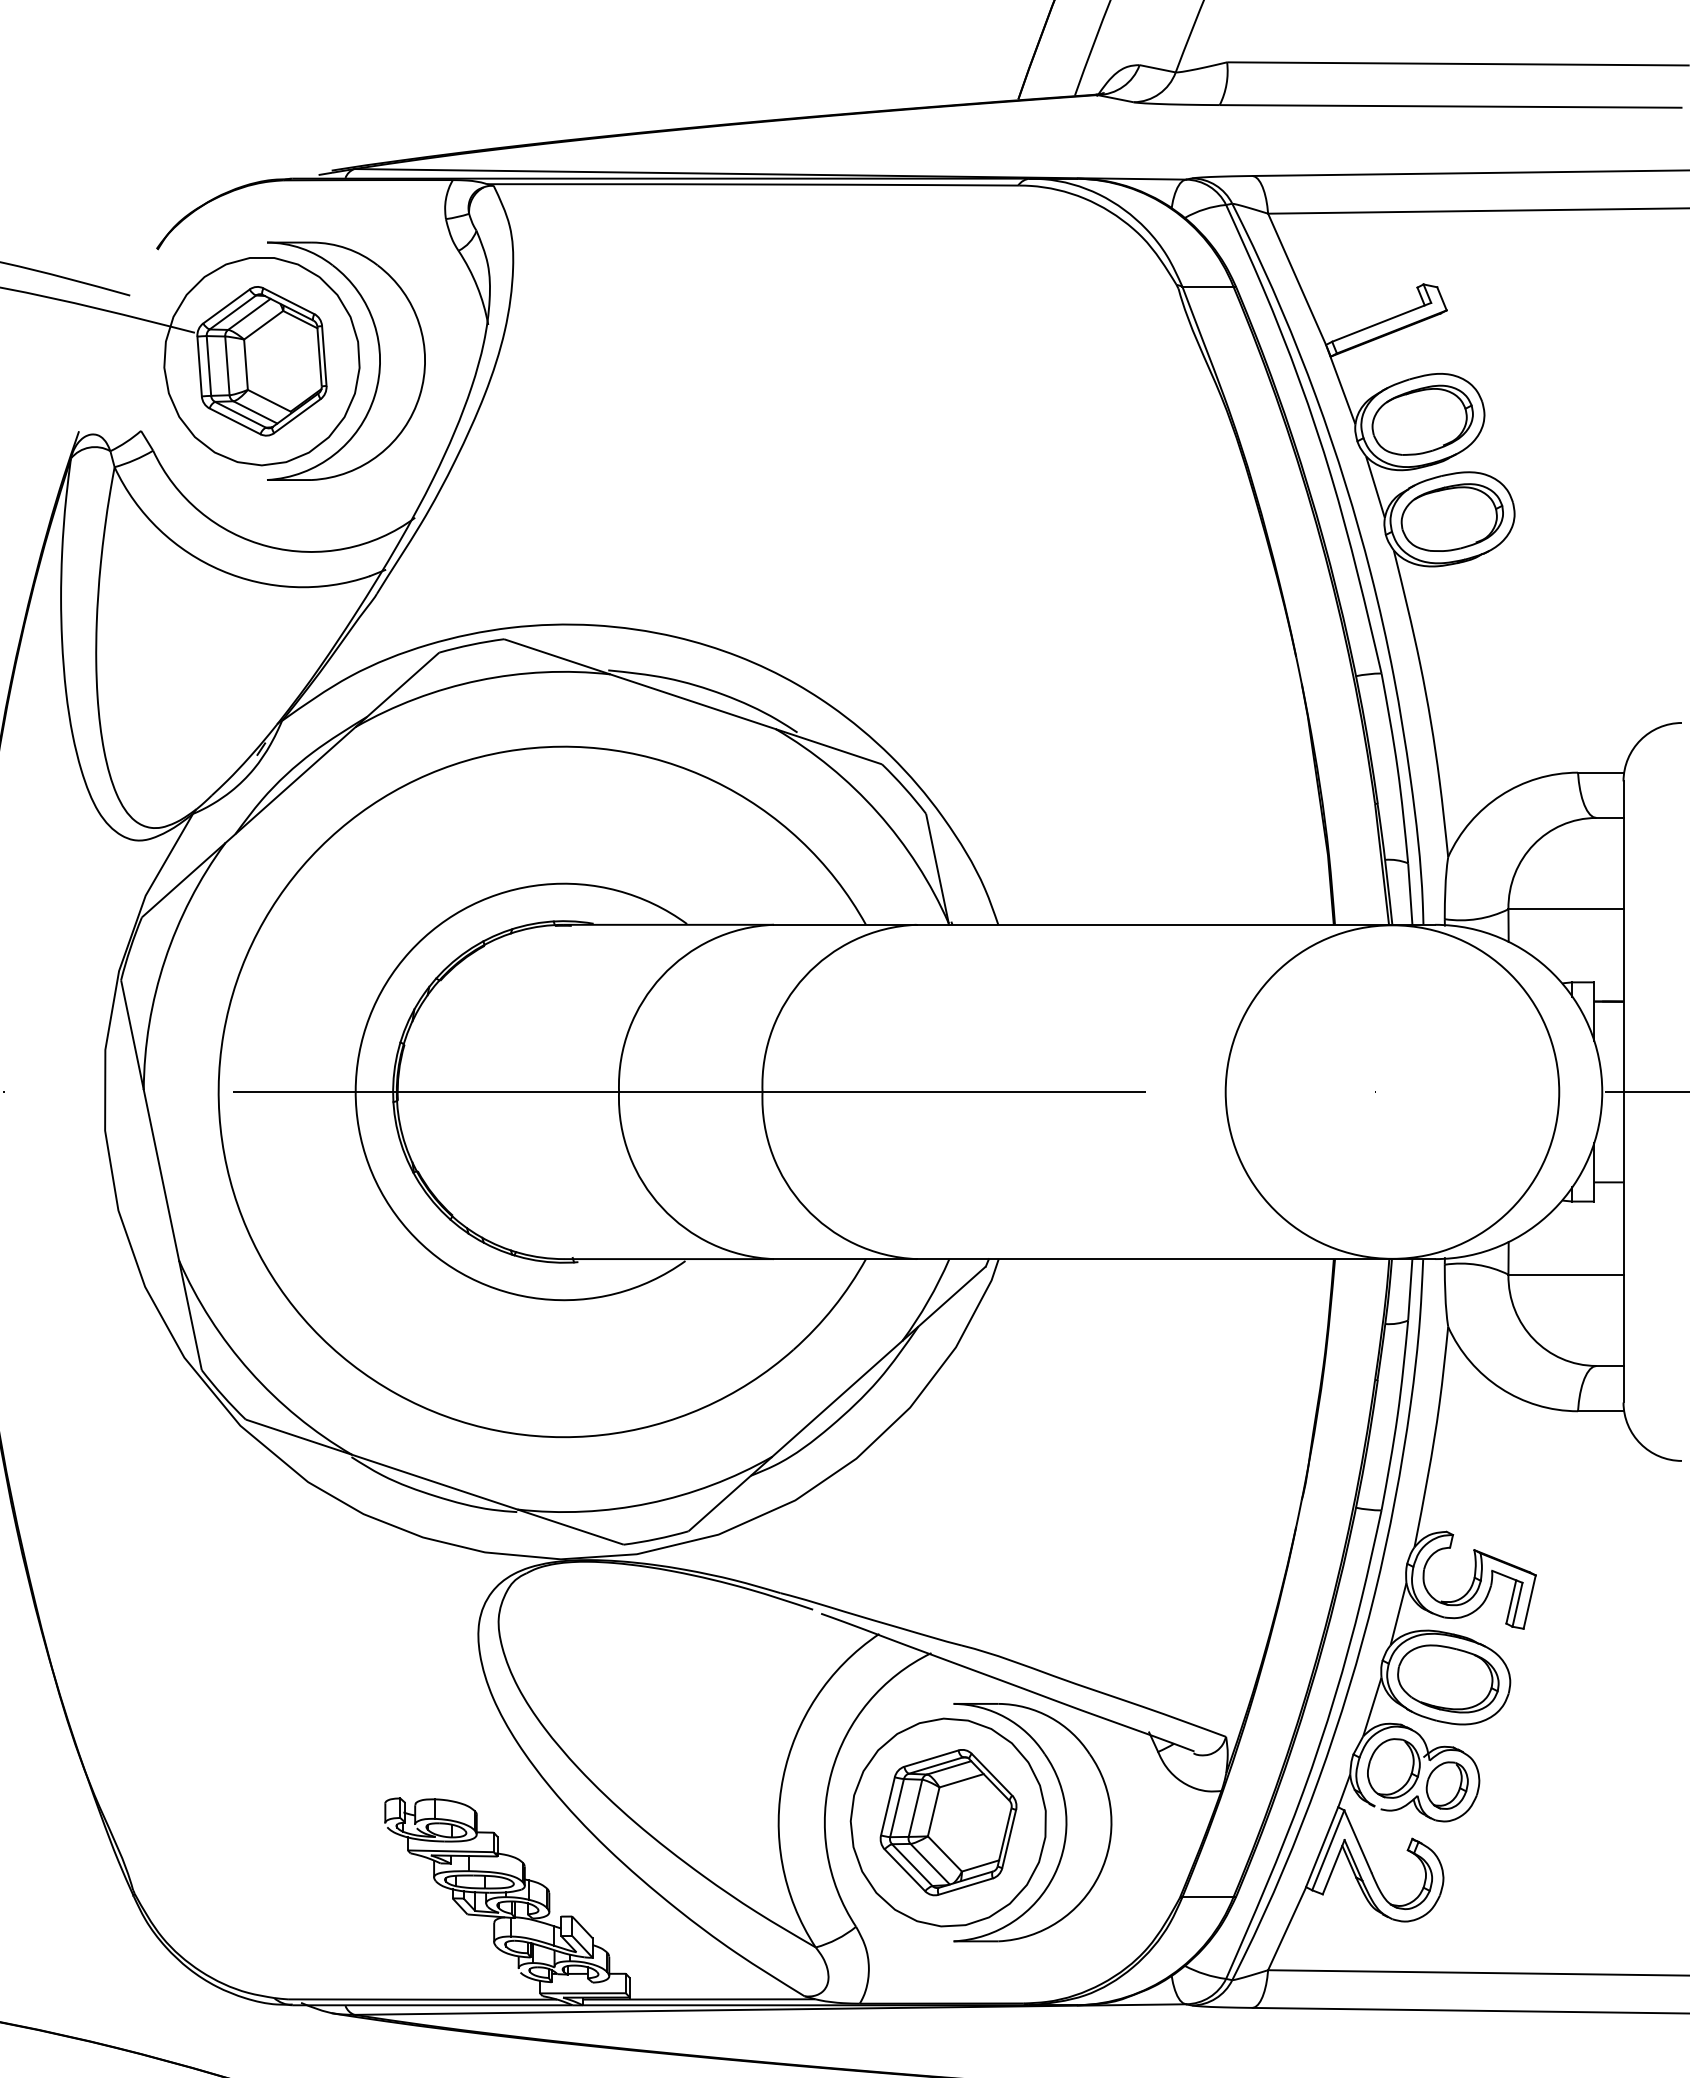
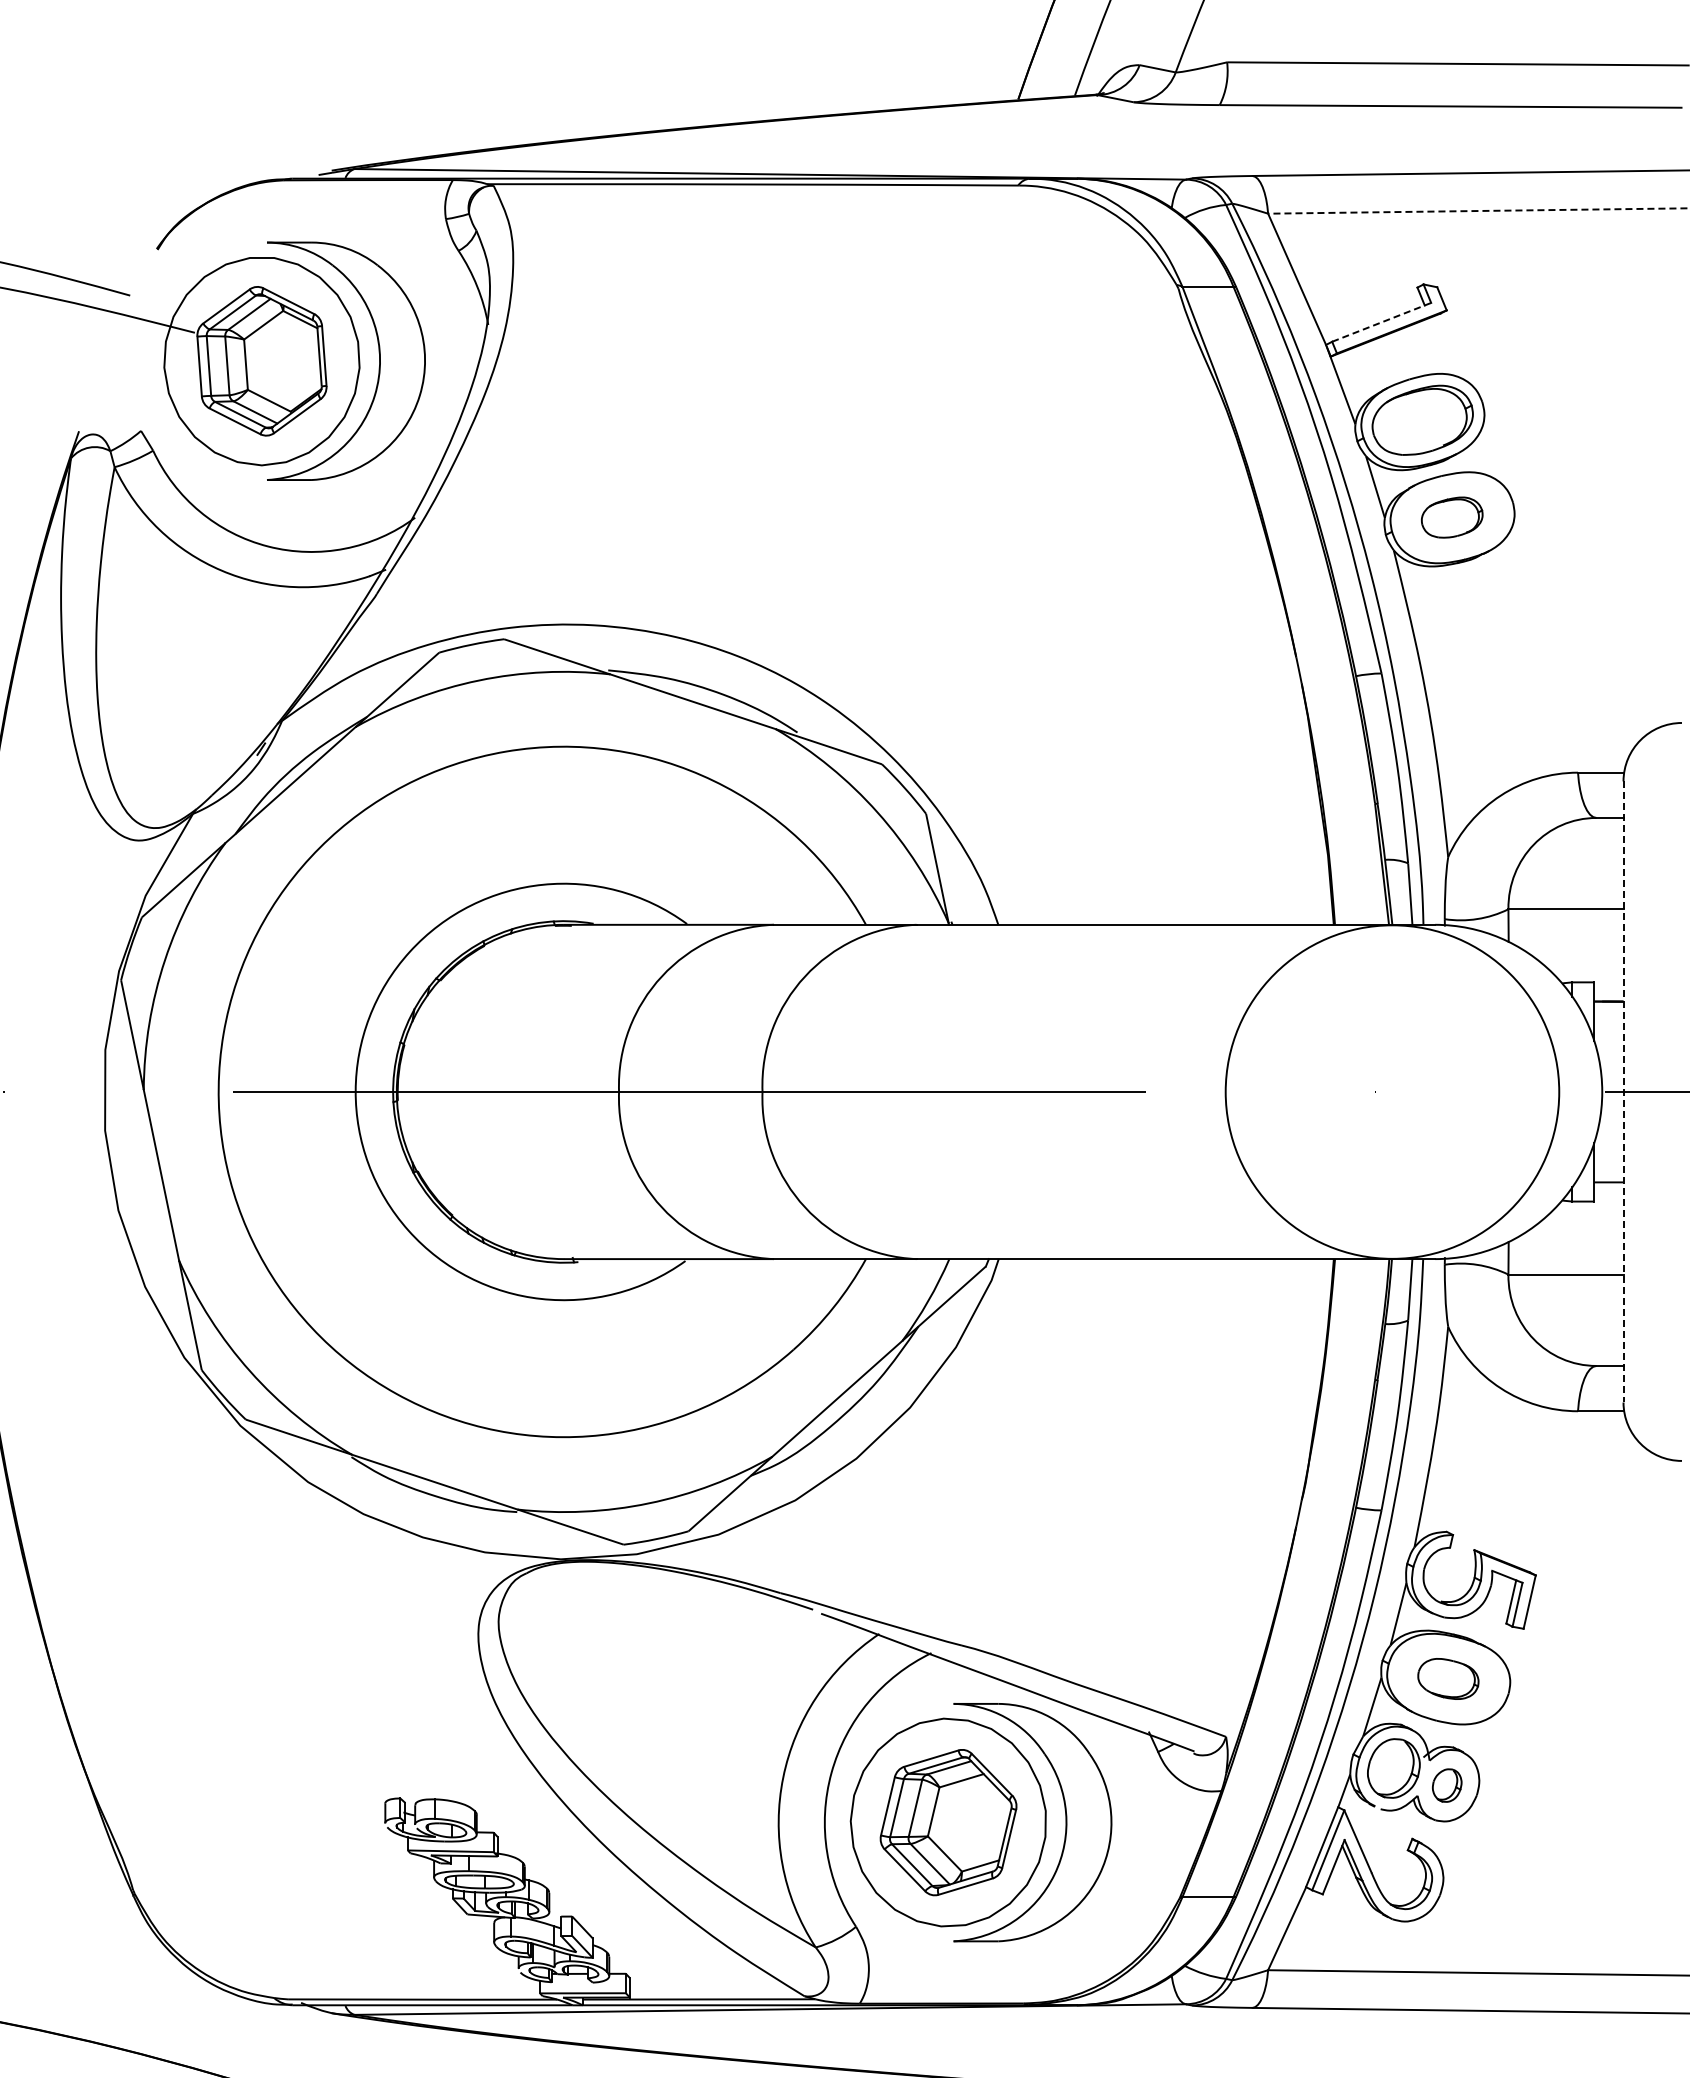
line at (1478, 211): solid -> dashed
line at (1382, 322): solid -> dashed
part at (1451, 517) size: 104x69 px -> 63x43 px
line at (1623, 1091): solid -> dashed
part at (1448, 1678) size: 103x70 px -> 63x42 px
part at (1446, 1785) size: 44x49 px -> 31x35 px
